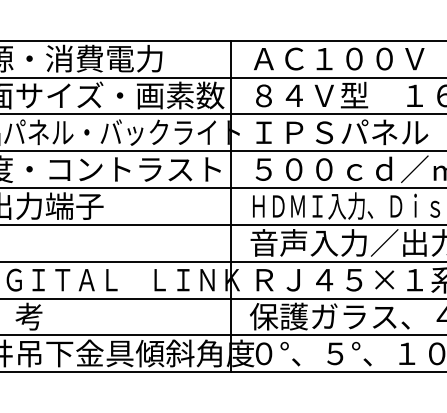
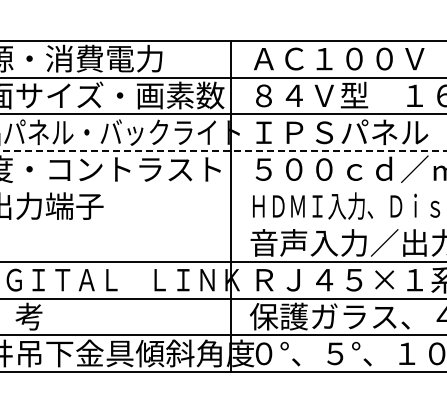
line at (223, 151): solid -> dashed
line at (222, 188): present -> none
line at (222, 224): present -> none
